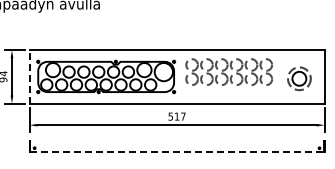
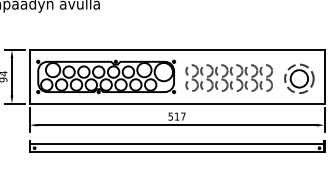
part at (228, 71) position: (228, 71) -> (228, 77)
line at (29, 76): dashed -> solid
part at (299, 78) size: 25x26 px -> 31x31 px
line at (177, 143): none -> present
line at (177, 152): dashed -> solid
